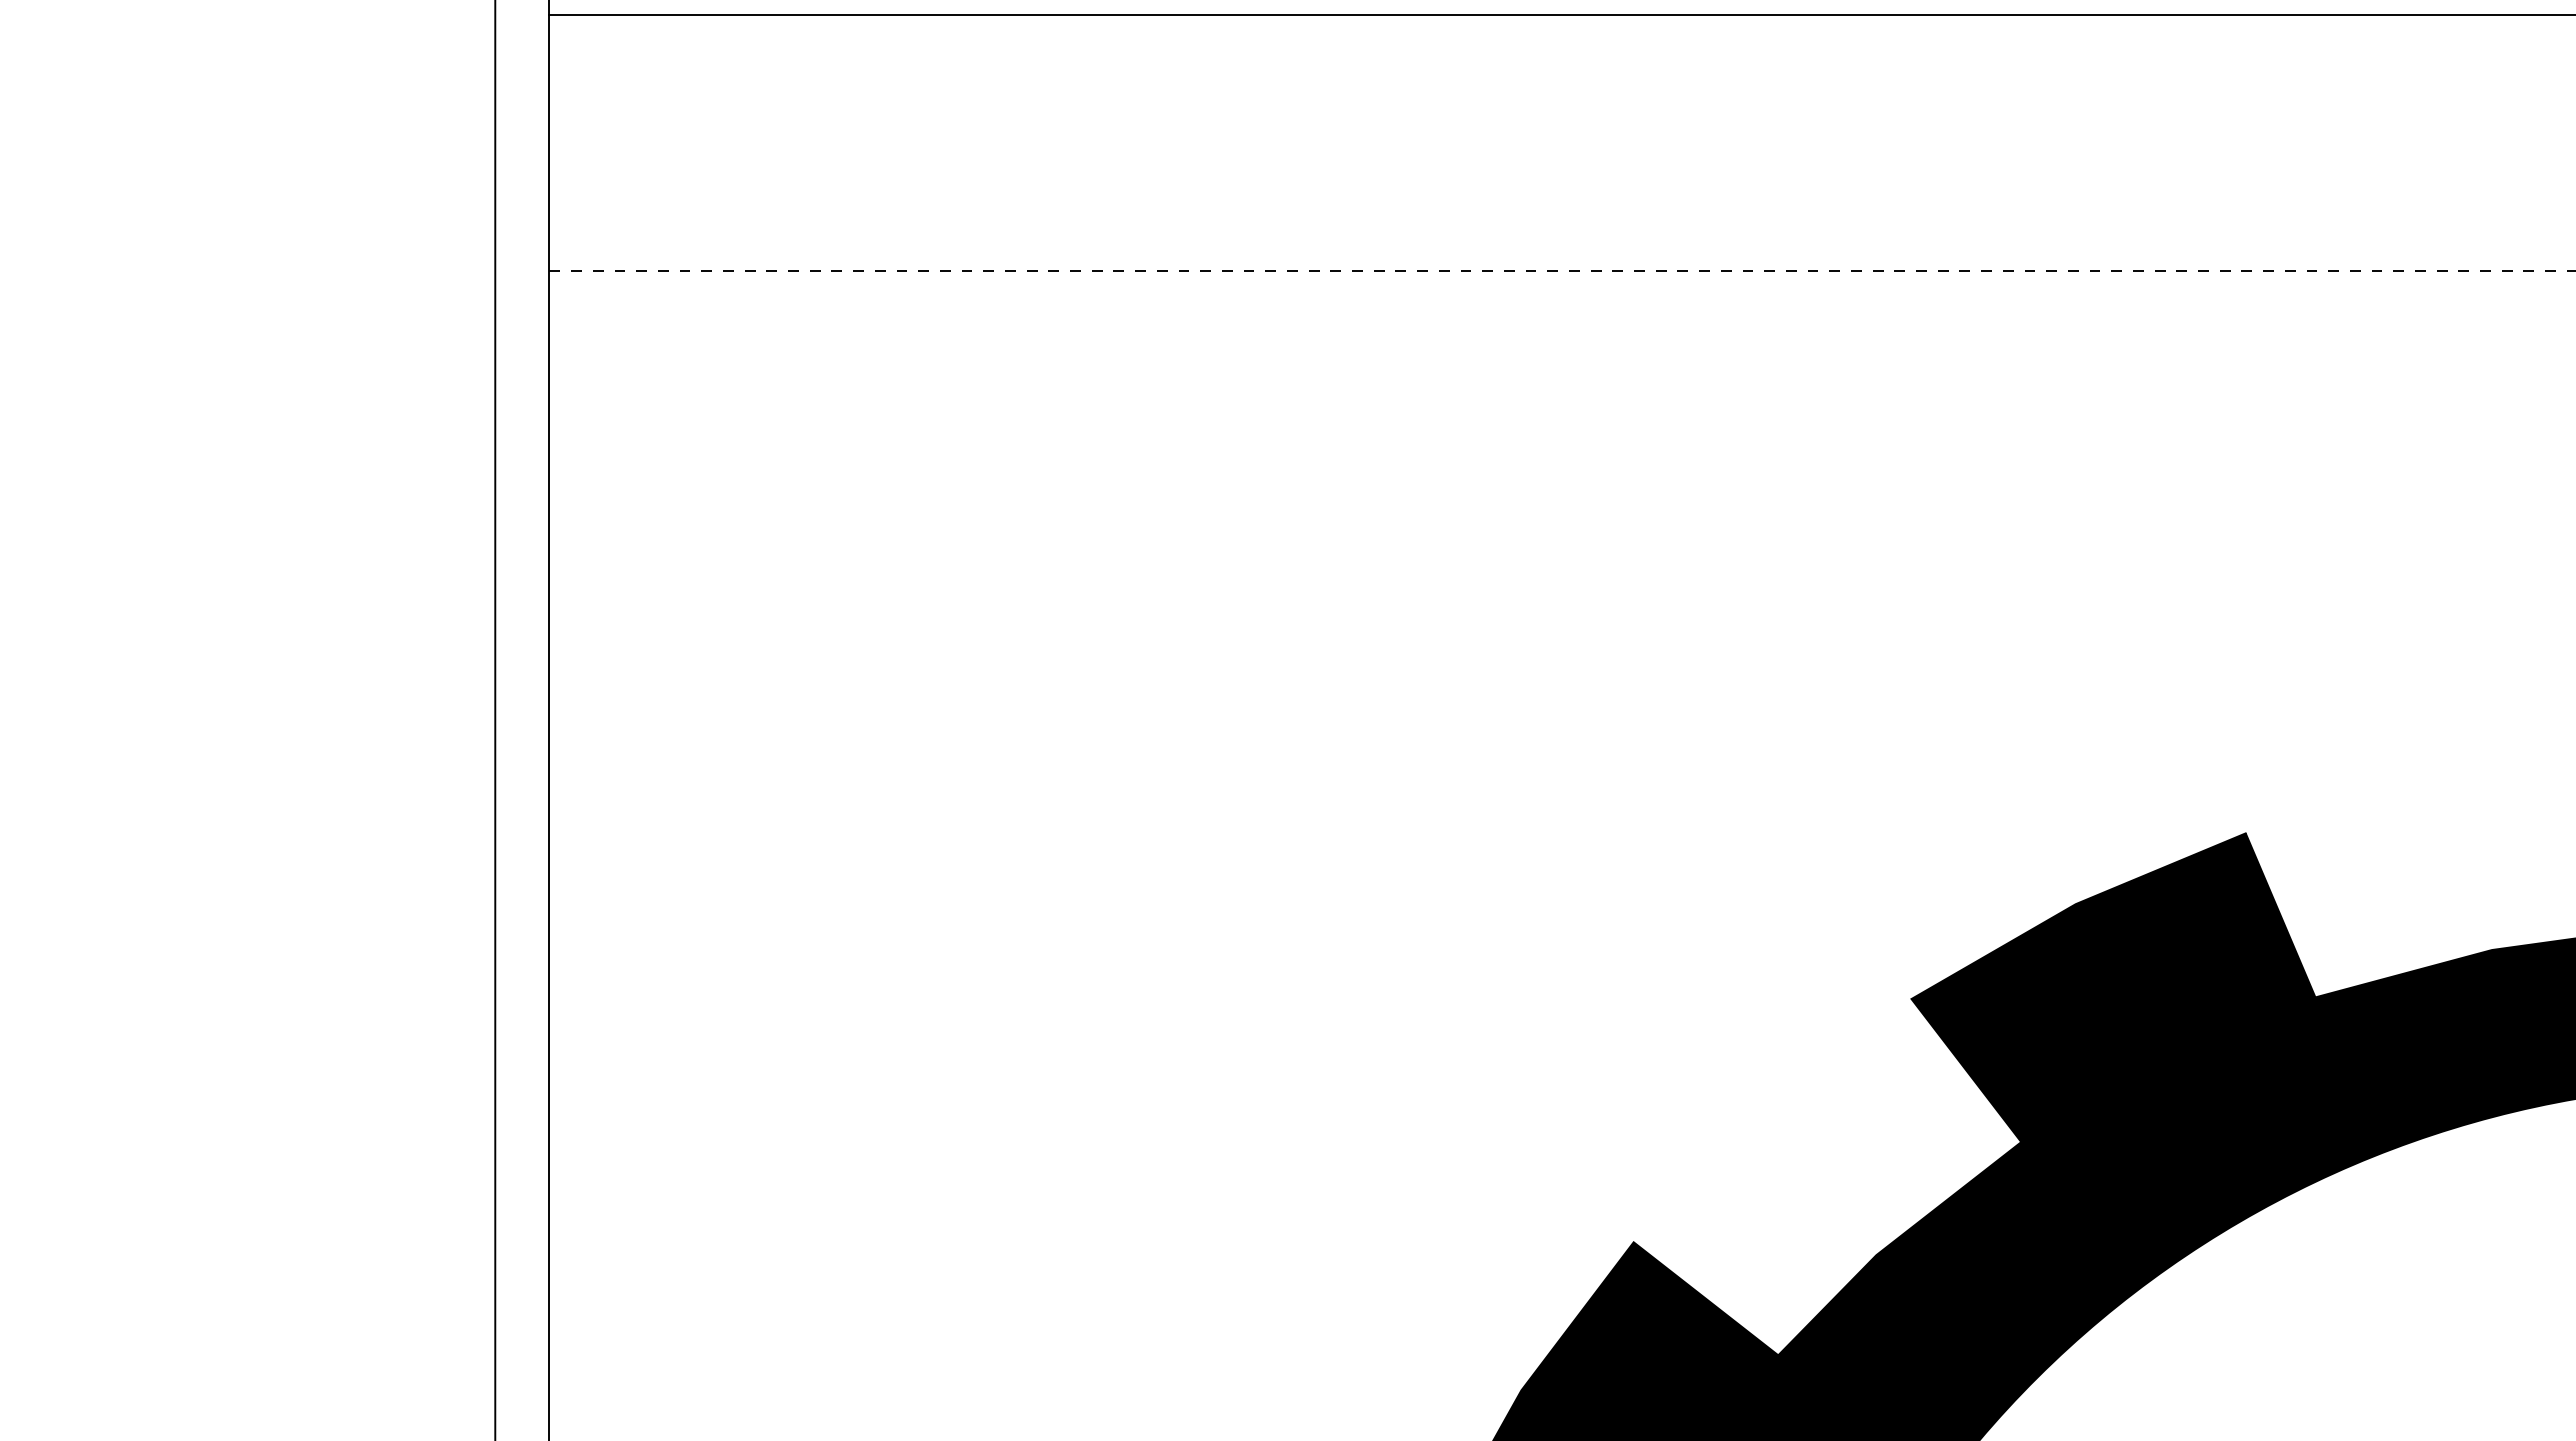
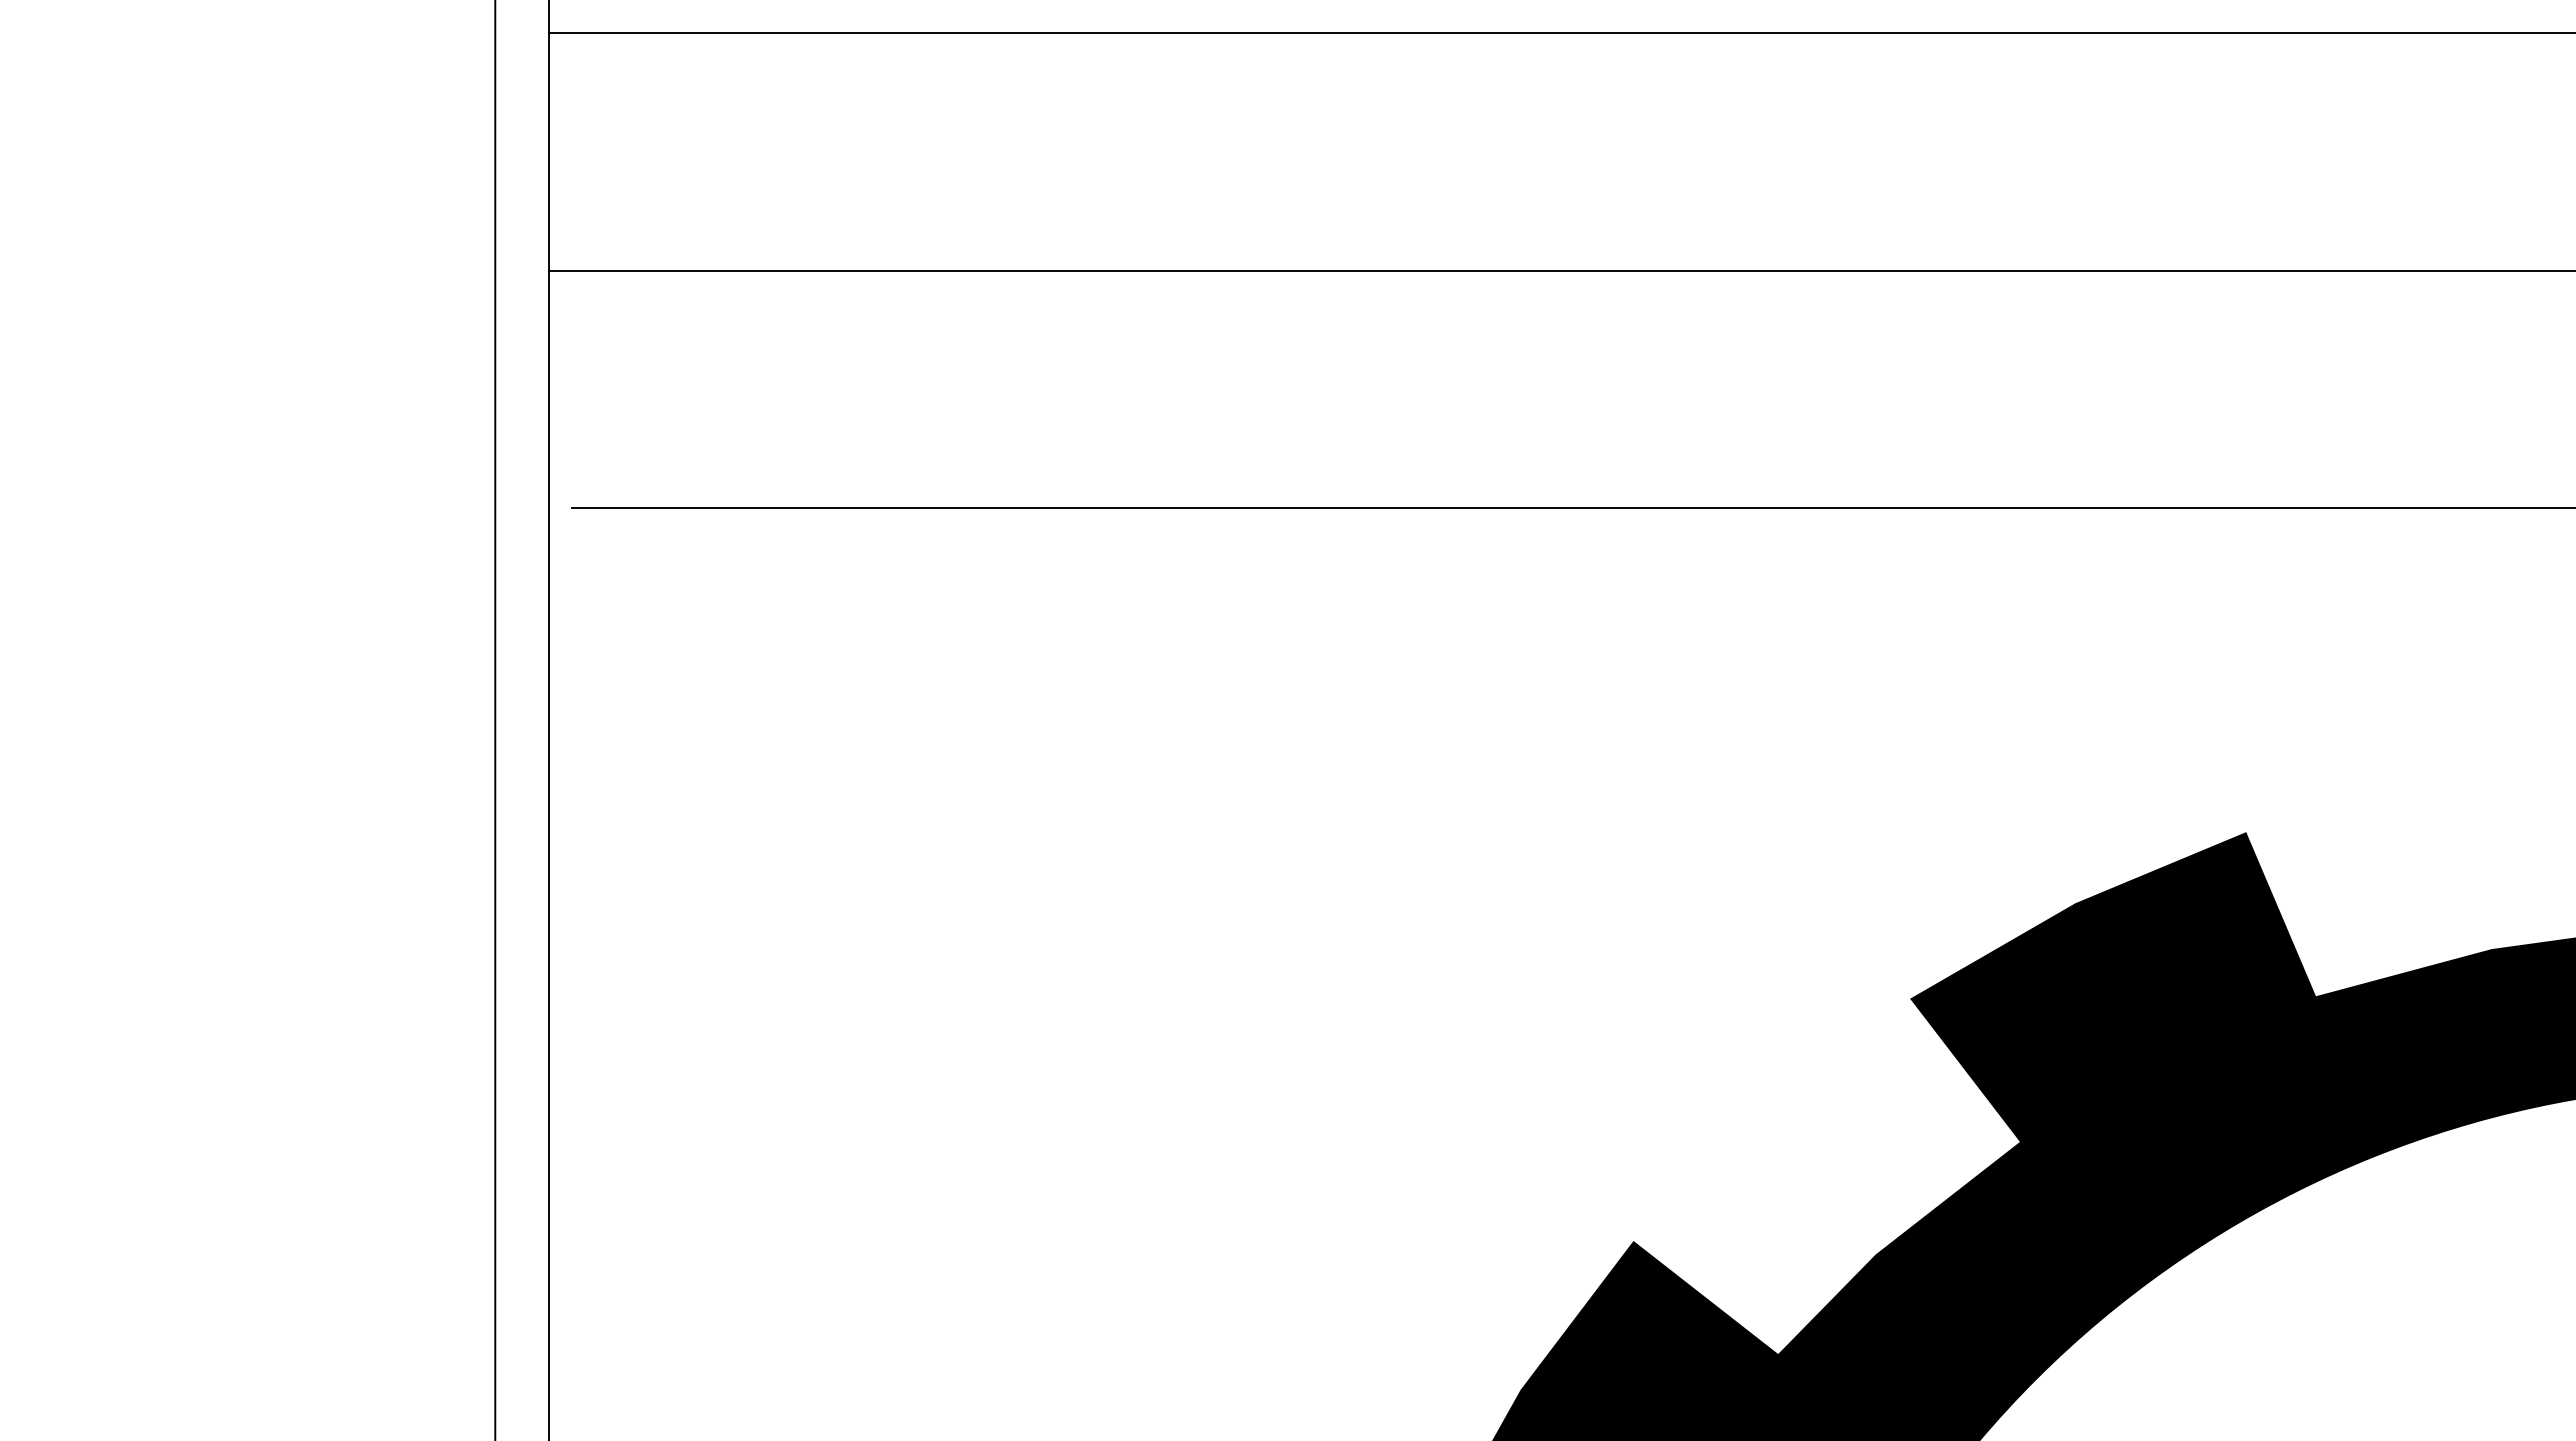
line at (1560, 14) position: (1560, 14) -> (1560, 32)
line at (1563, 270): dashed -> solid
line at (1571, 508): none -> present
